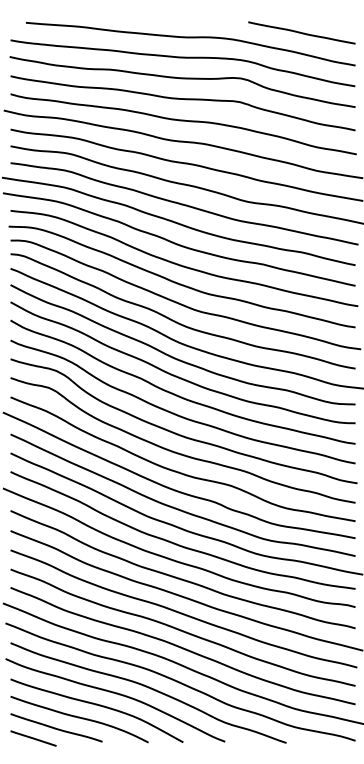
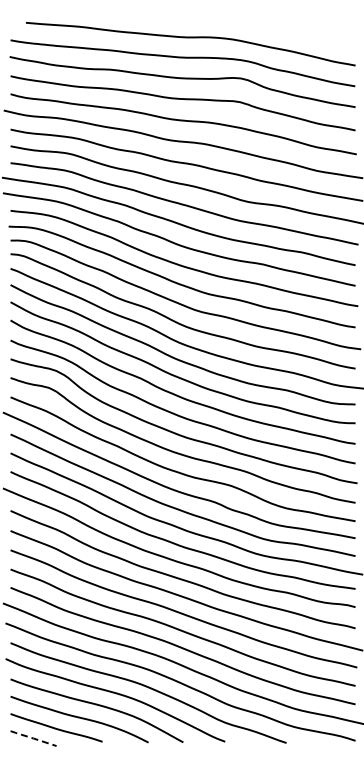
line at (301, 32): present -> none
line at (33, 738): solid -> dashed
